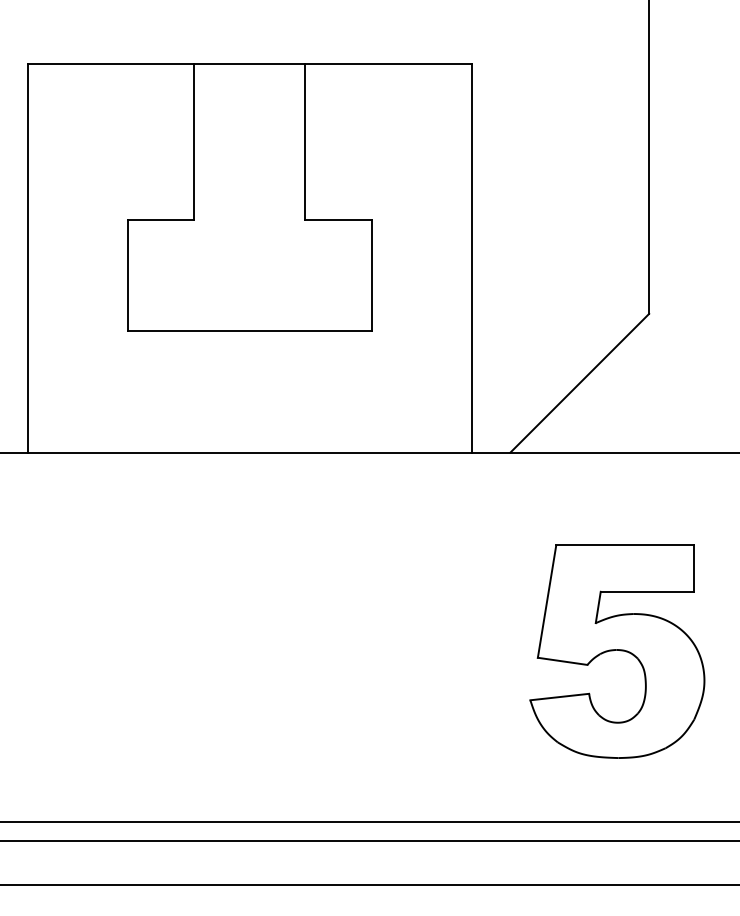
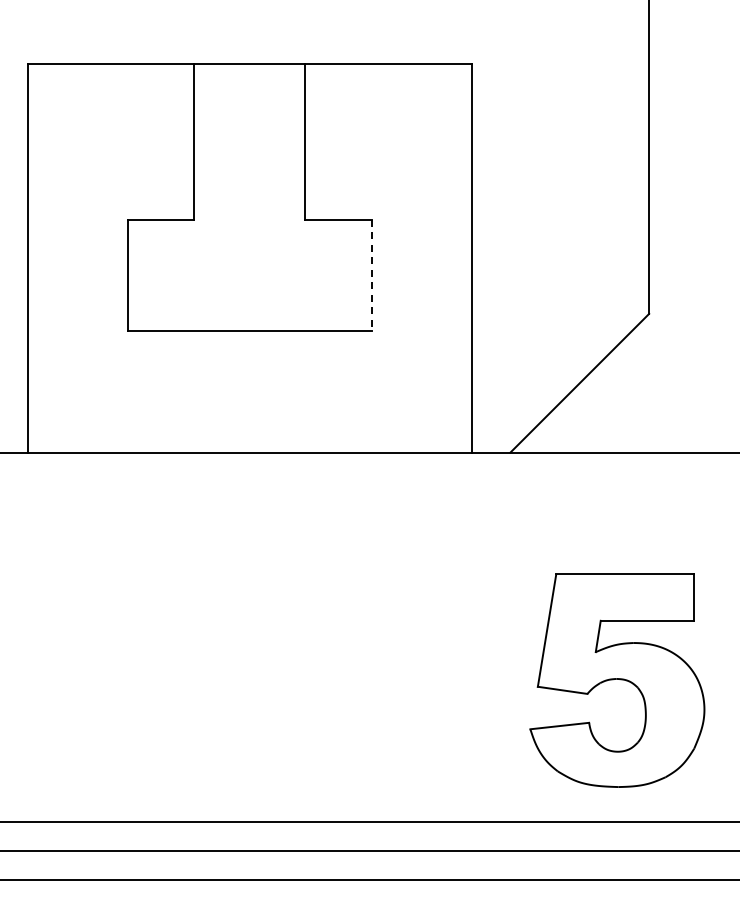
line at (371, 275): solid -> dashed
part at (617, 651) position: (617, 651) -> (617, 680)
line at (369, 841) position: (369, 841) -> (369, 851)
line at (369, 885) position: (369, 885) -> (369, 880)
